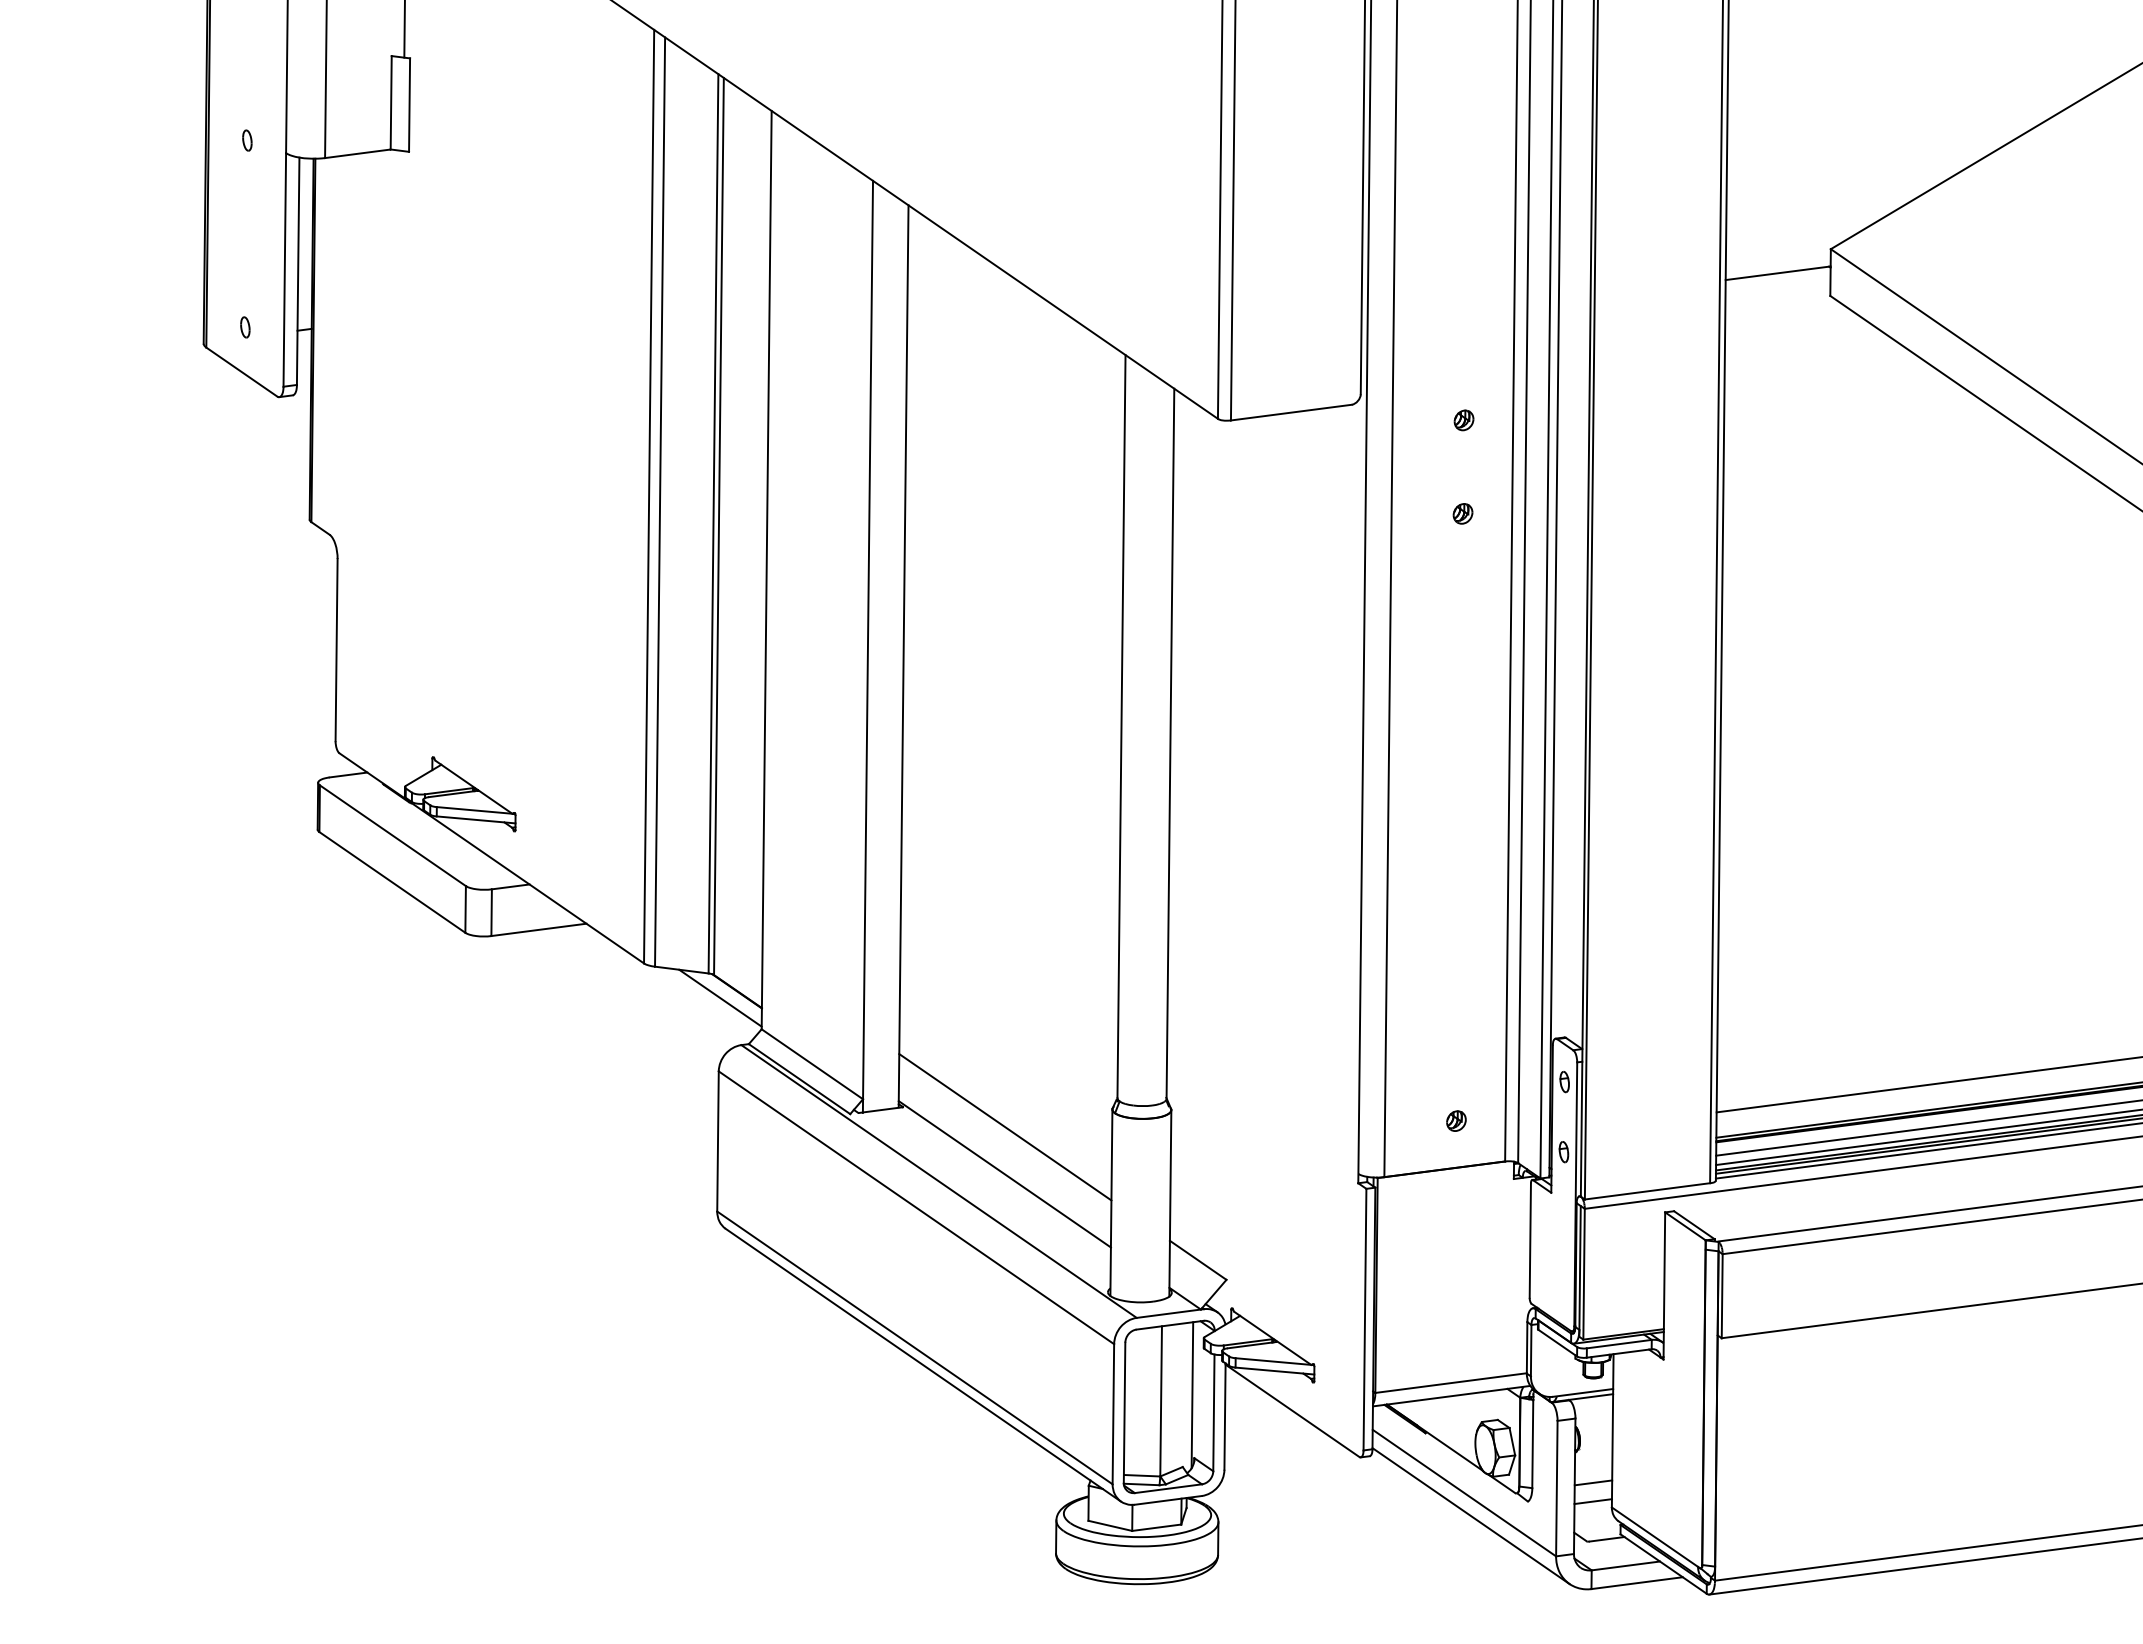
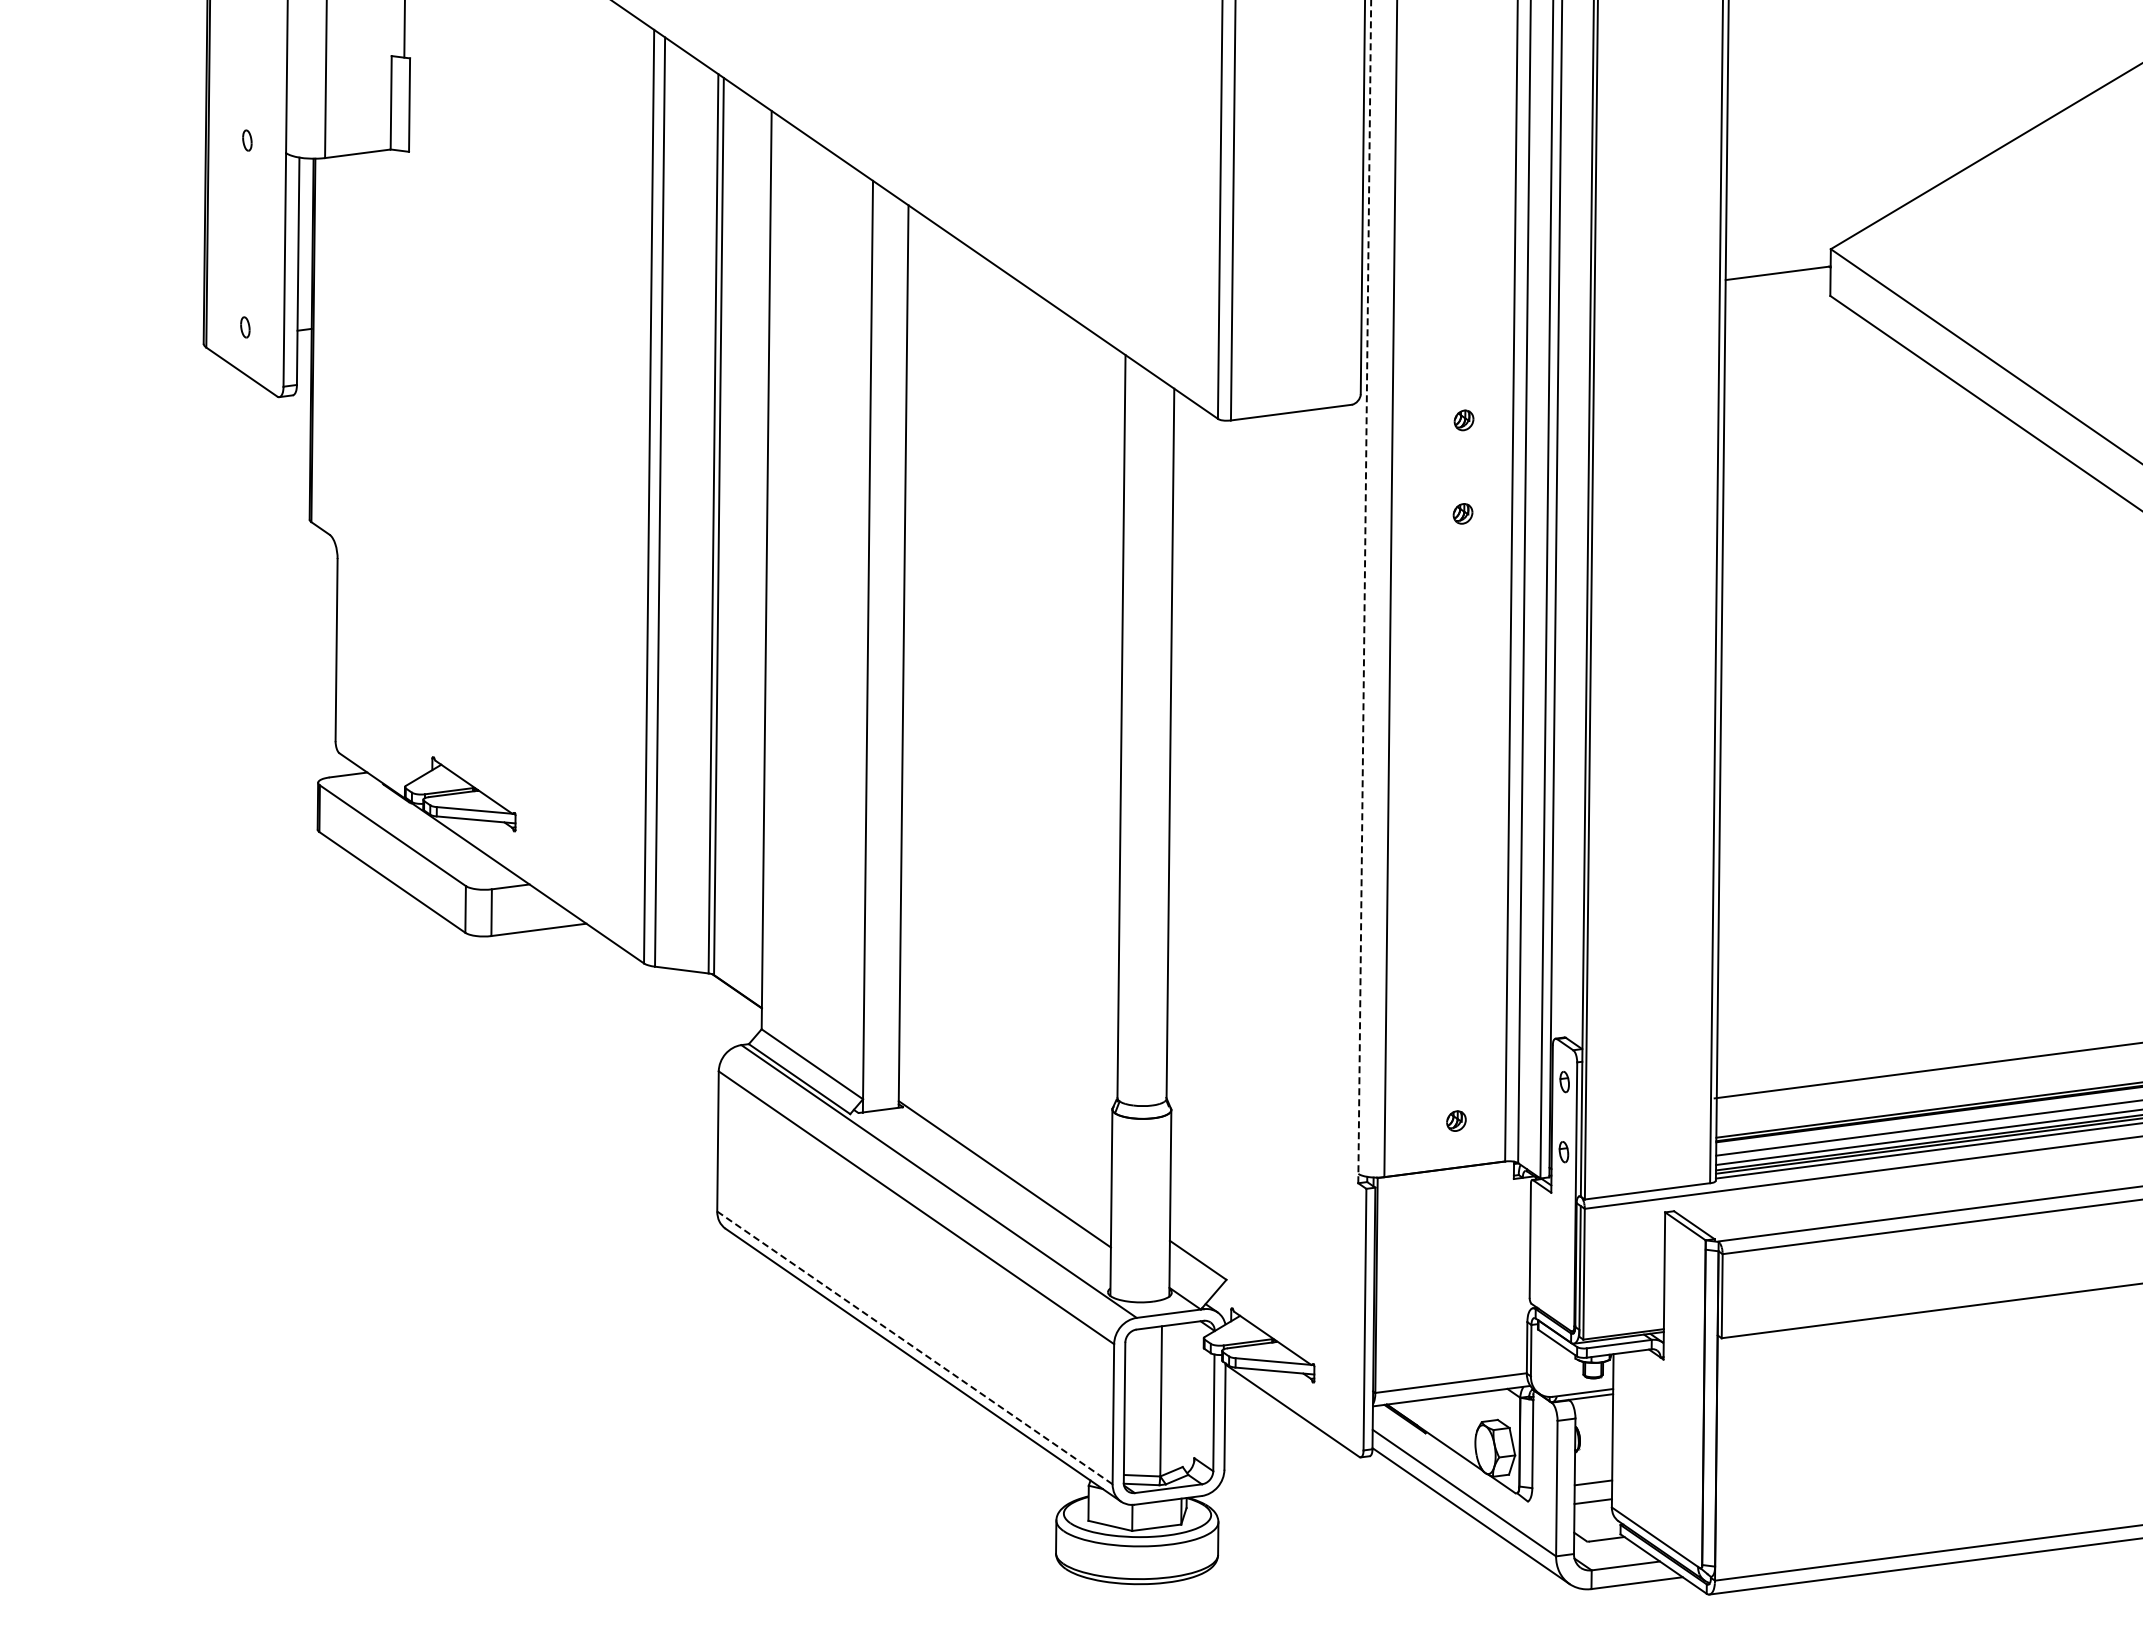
line at (1364, 591): solid -> dashed
line at (720, 997): present -> none
line at (1927, 1084) position: (1927, 1084) -> (1926, 1070)
line at (1005, 1127): present -> none
line at (915, 1348): solid -> dashed
line at (1192, 1395): present -> none
